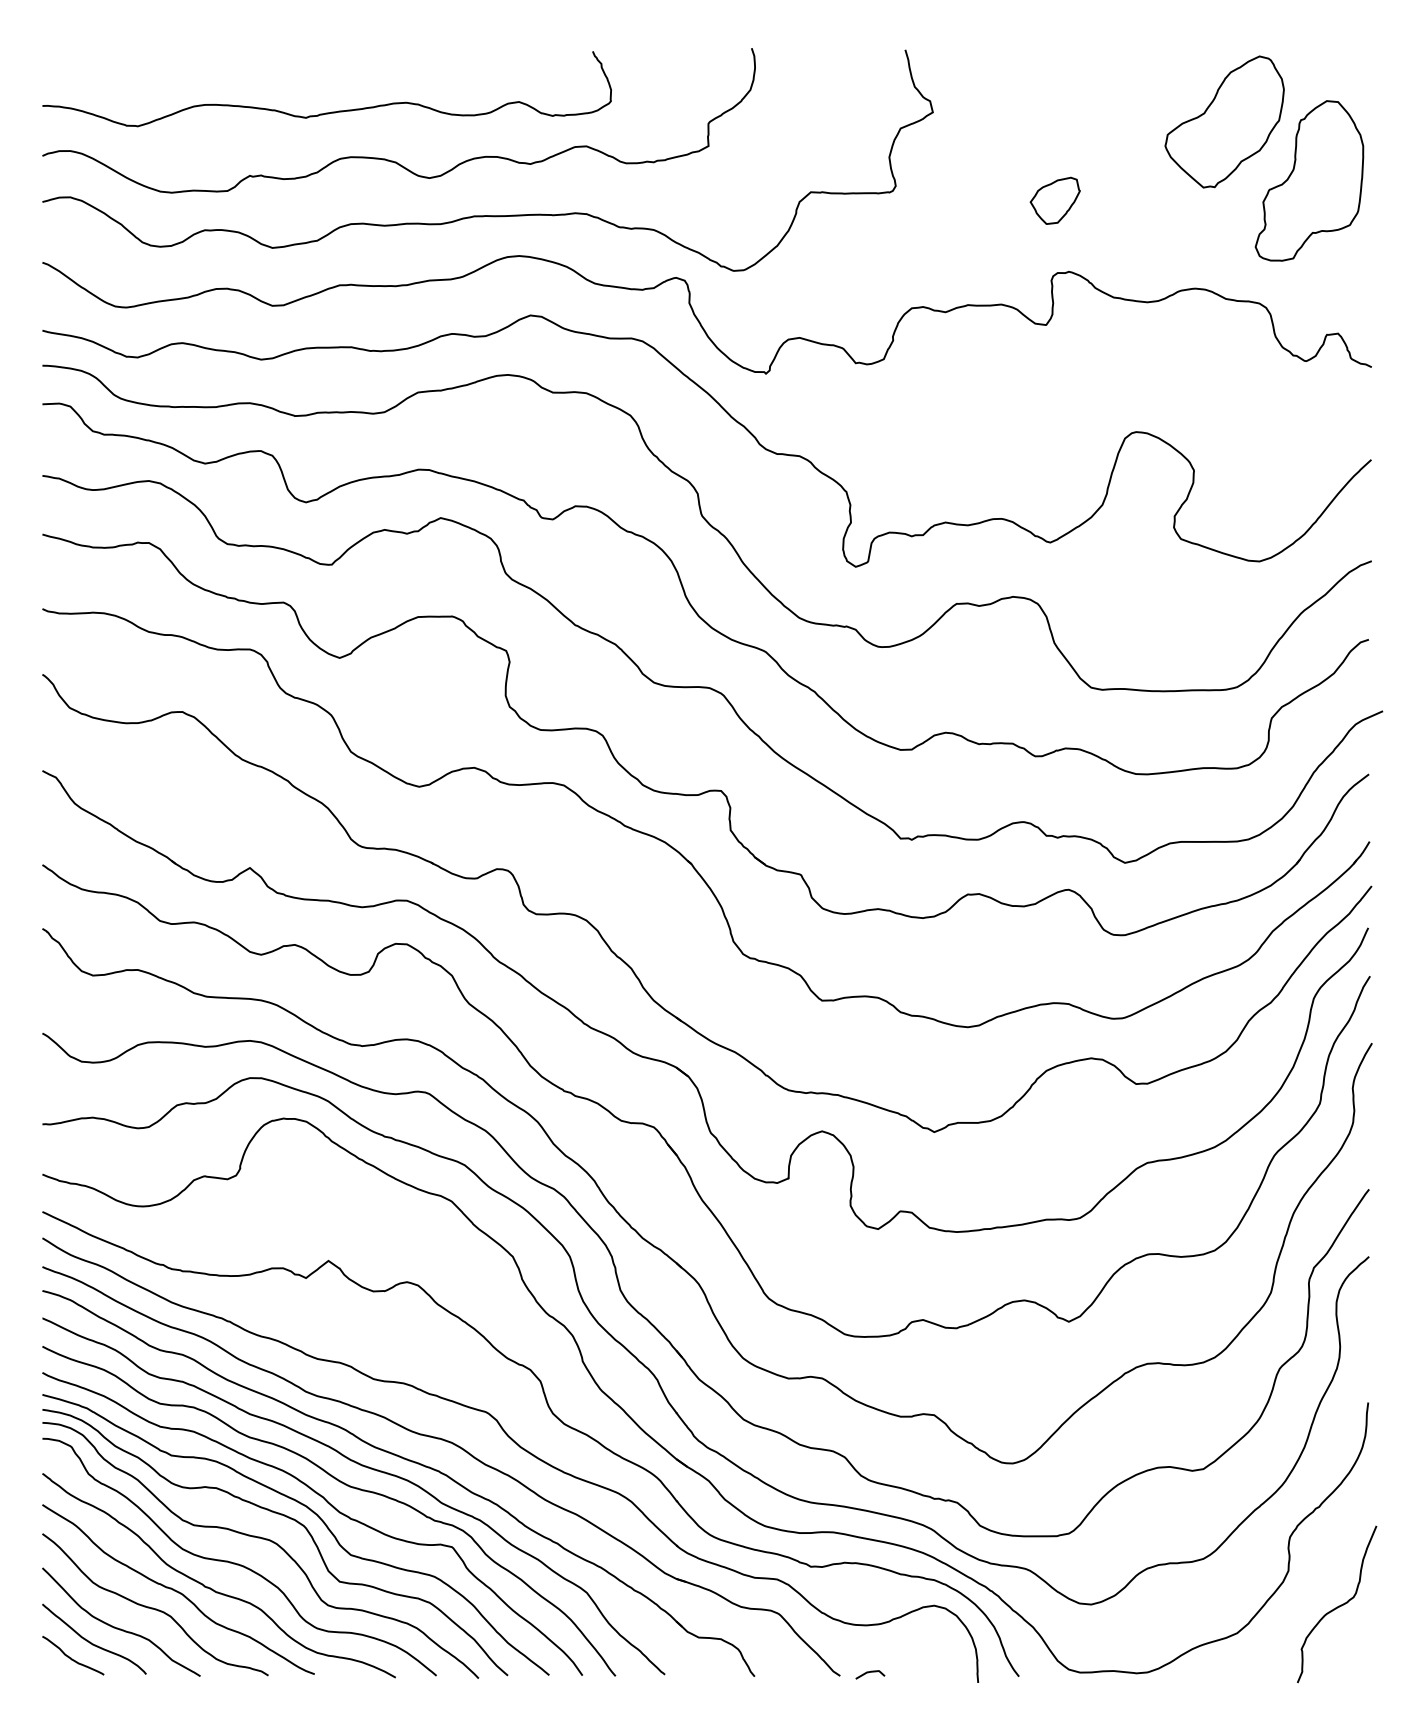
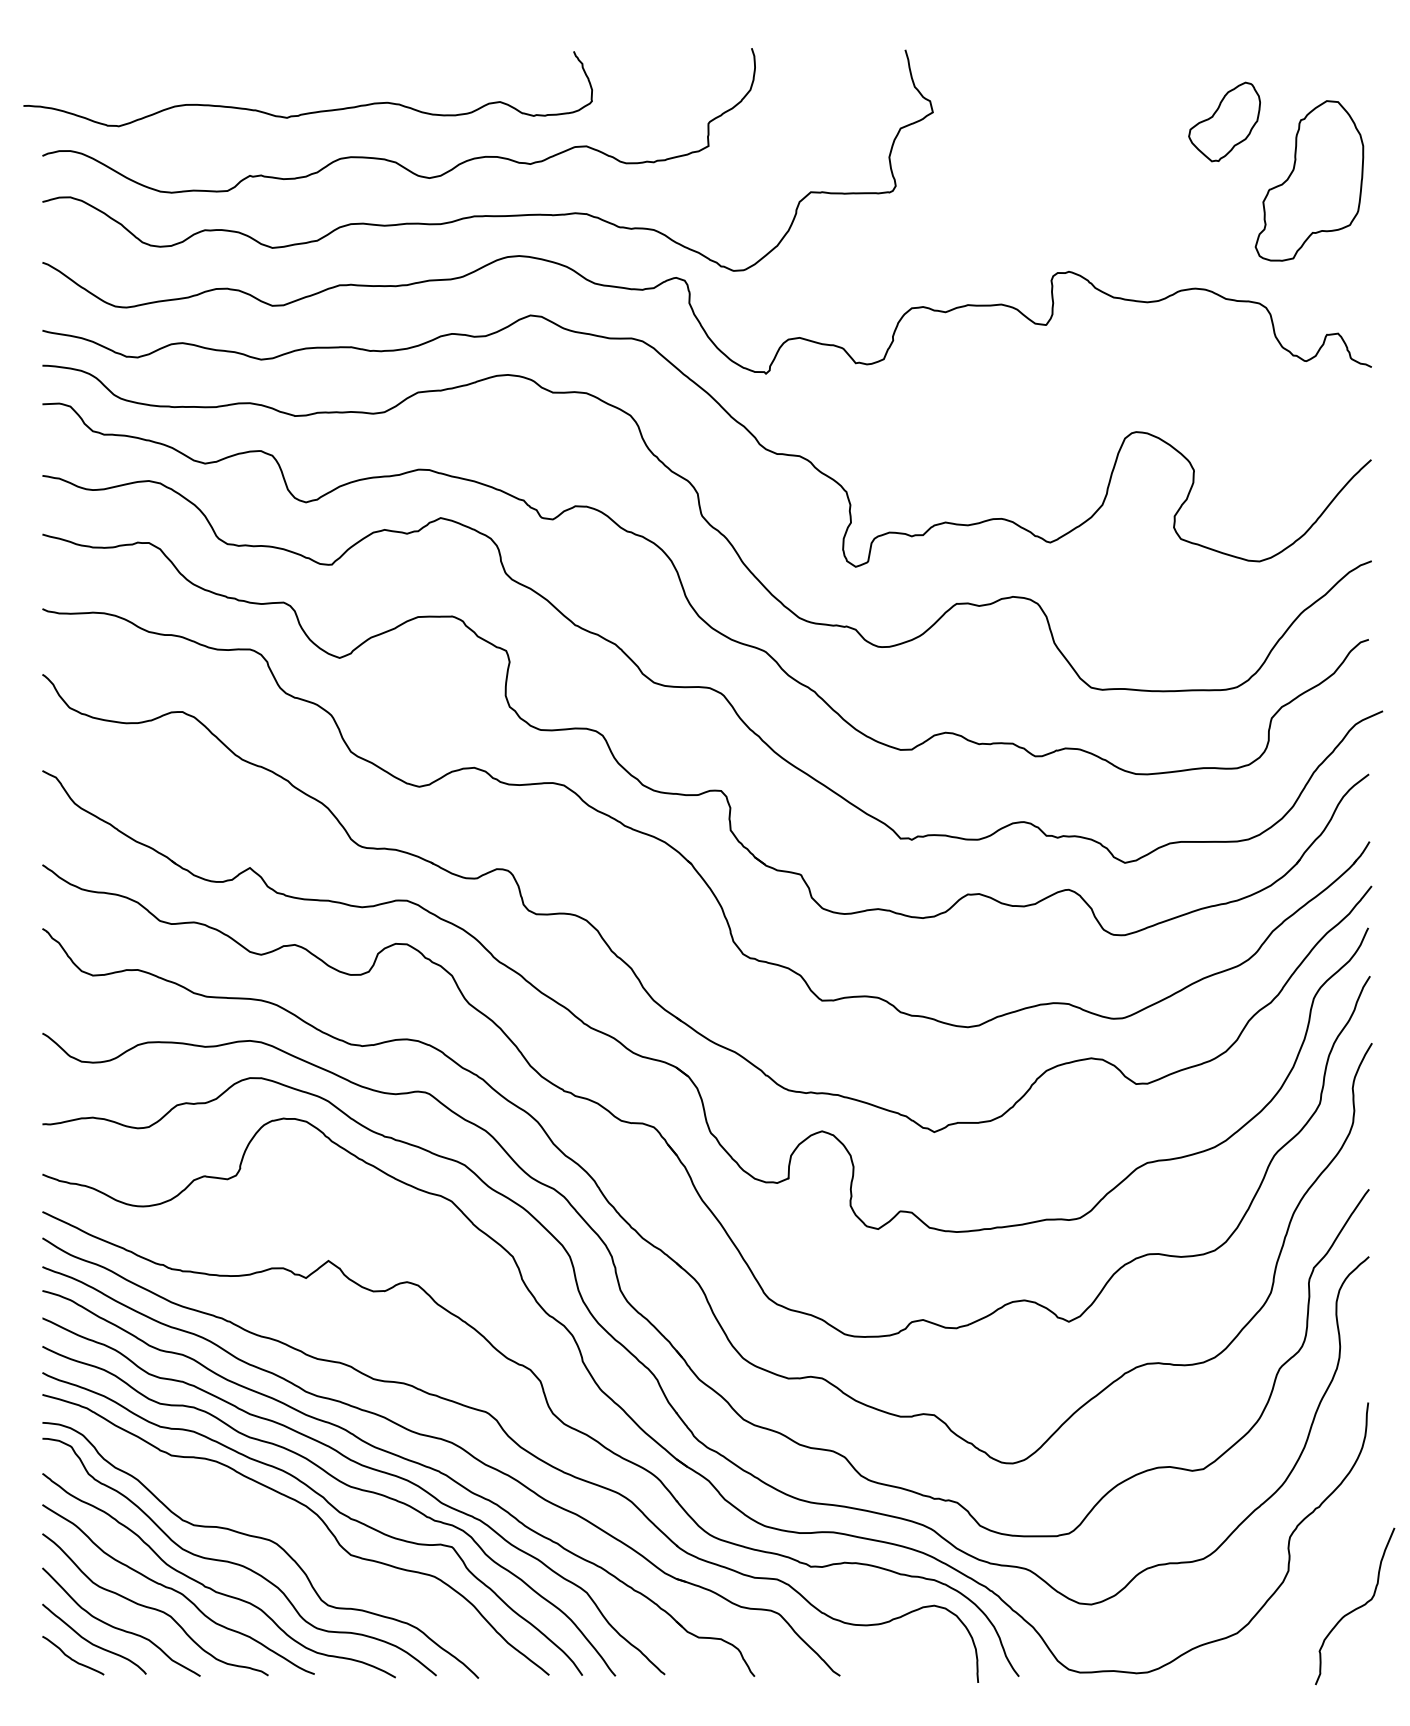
curve at (331, 111) position: (331, 111) -> (312, 111)
part at (1224, 121) size: 121x134 px -> 73x82 px
part at (1054, 200): present -> none
curve at (288, 1518): present -> none
curve at (1338, 1605) position: (1338, 1605) -> (1356, 1607)
curve at (870, 1672): present -> none
